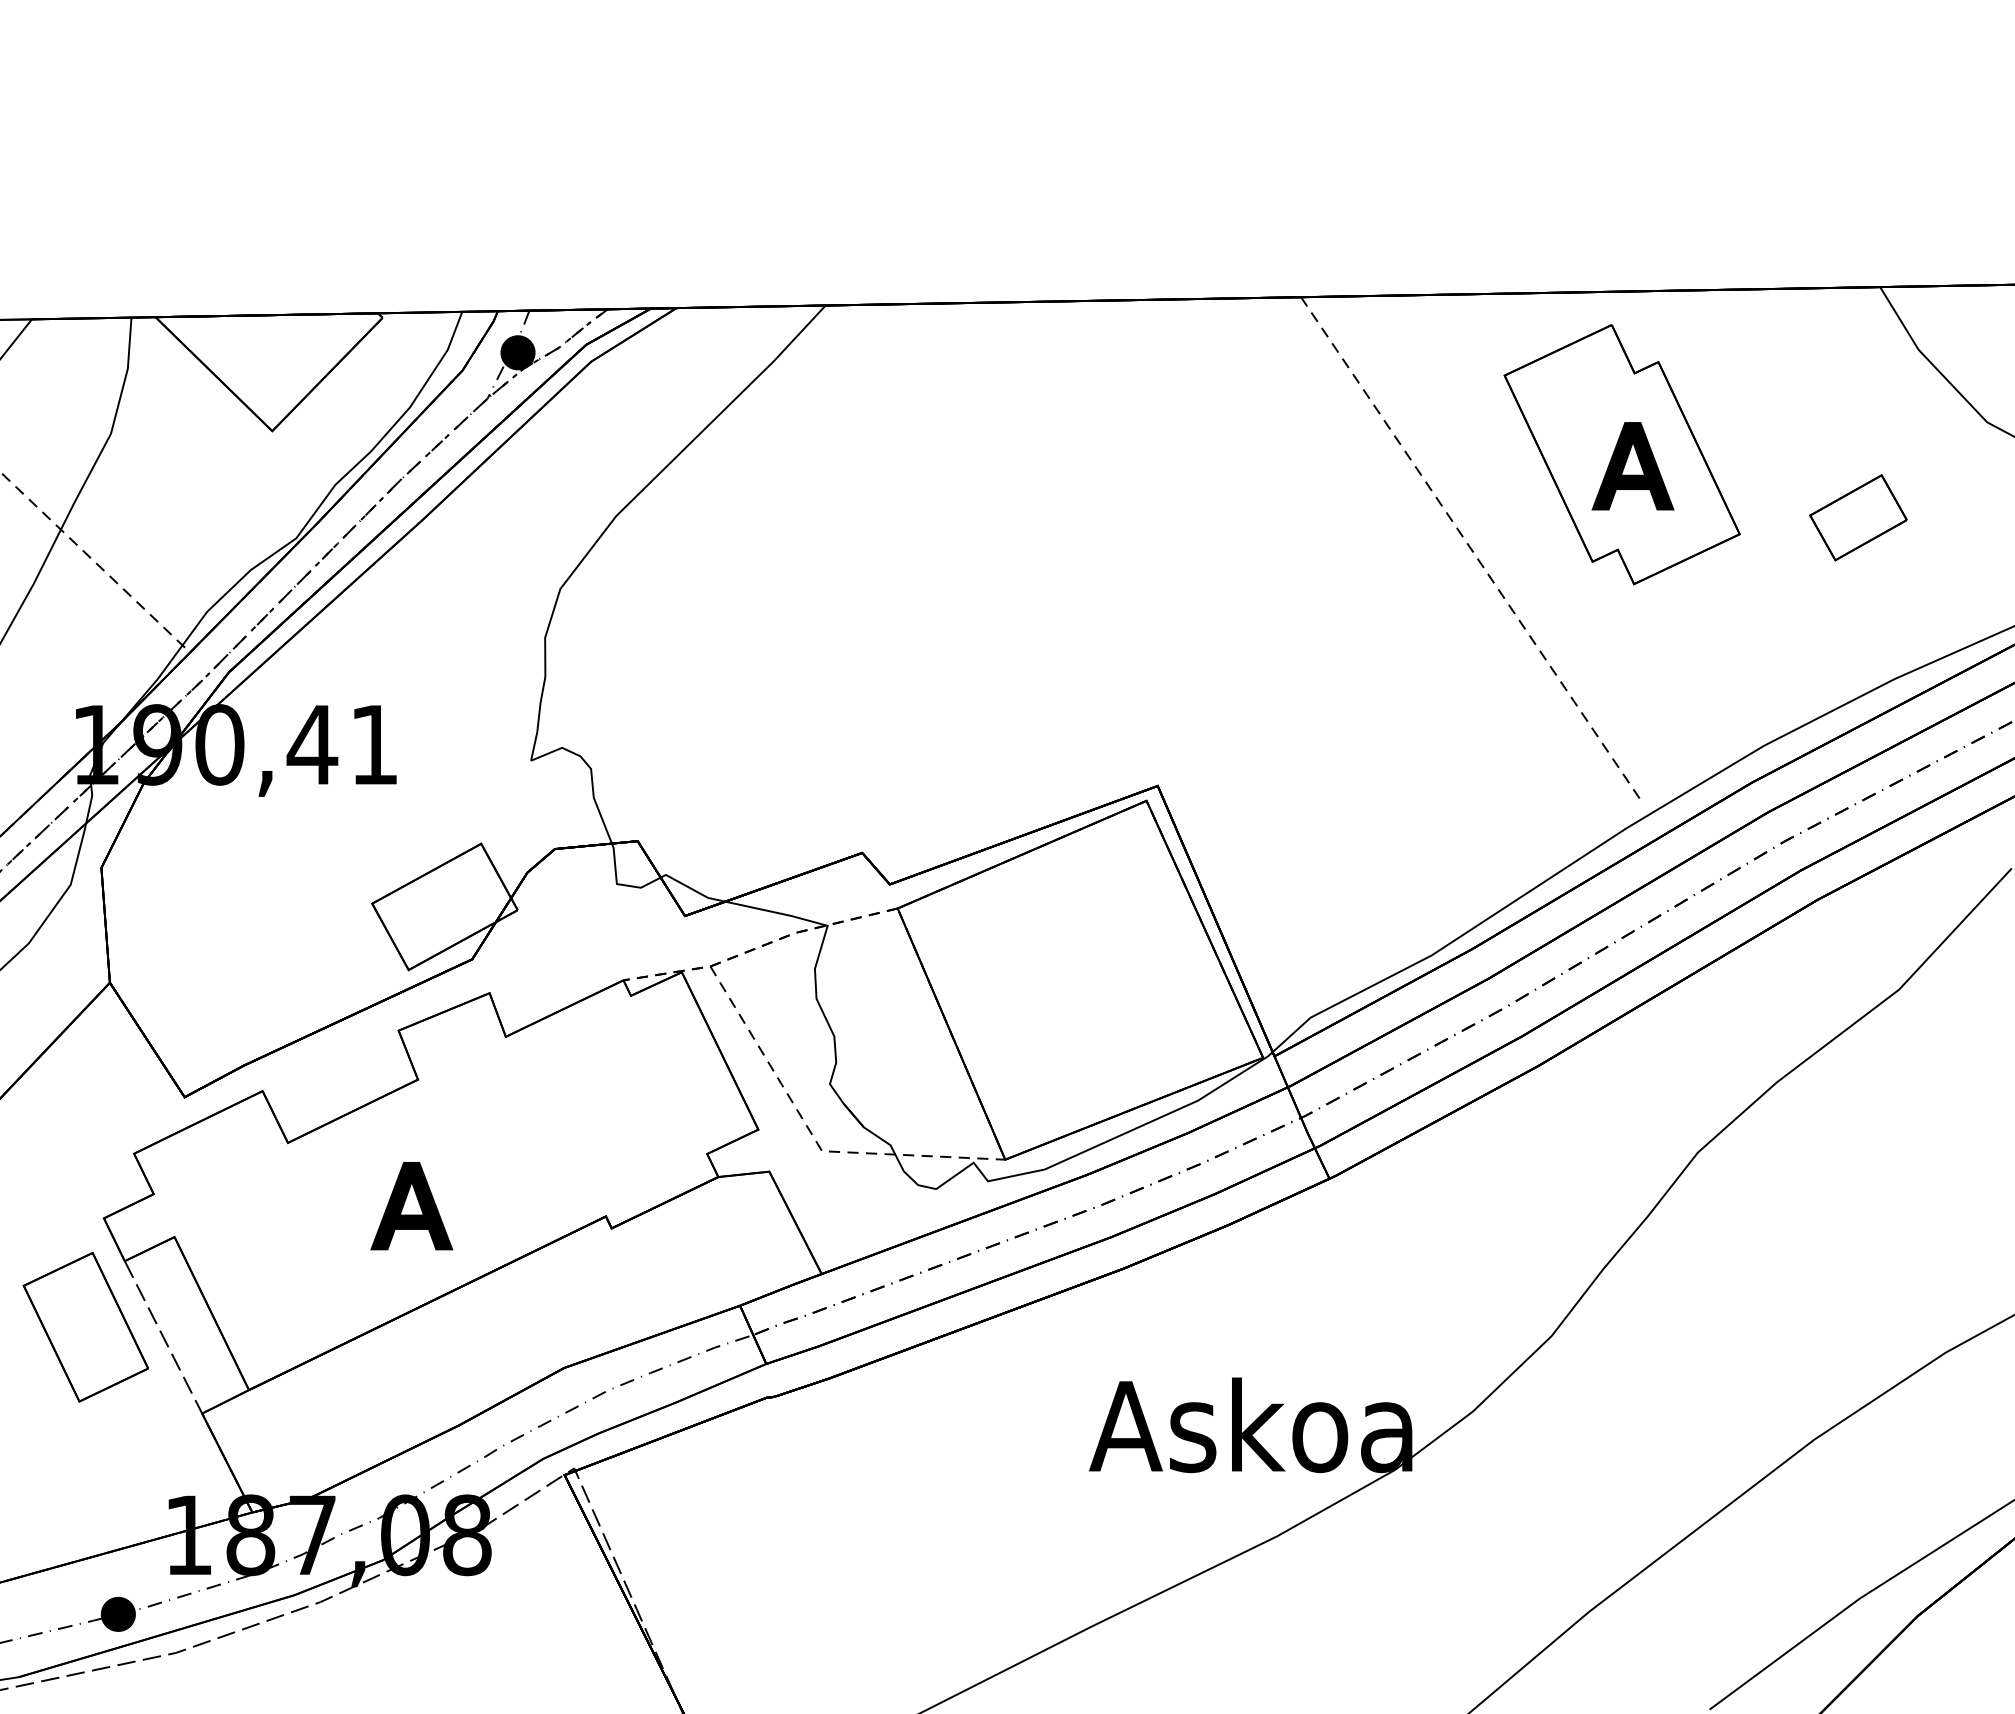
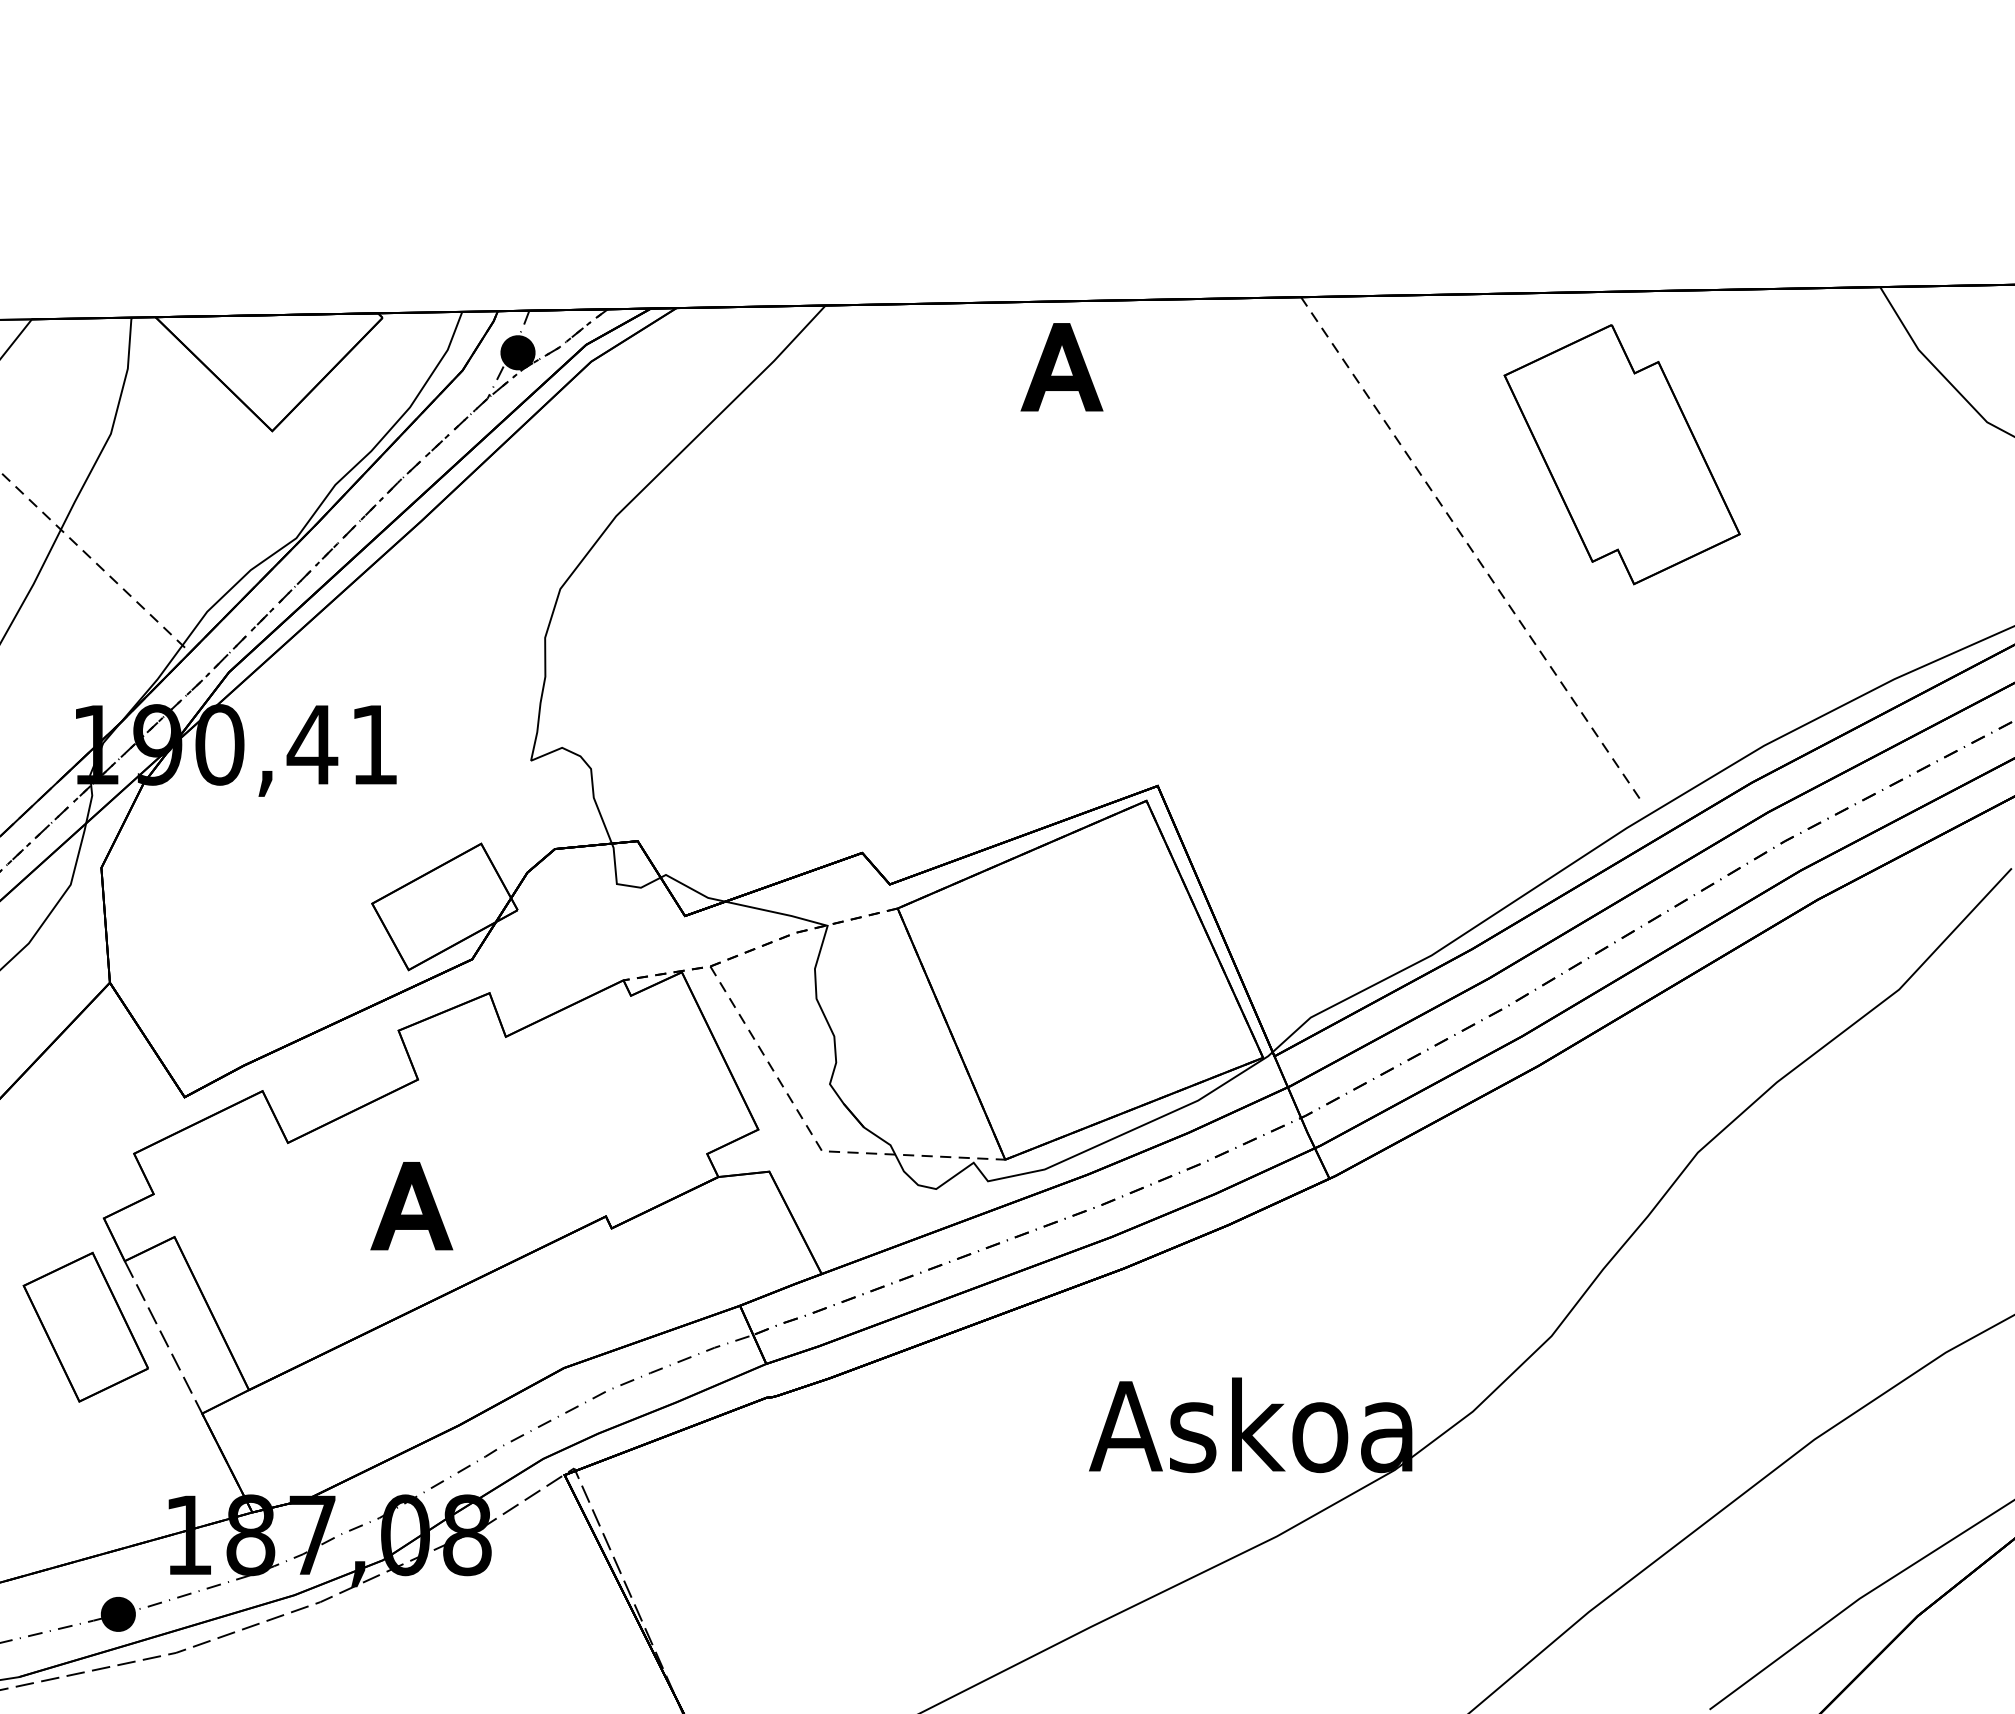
part at (1632, 466) position: (1632, 466) -> (1061, 367)
part at (1858, 517): present -> none
